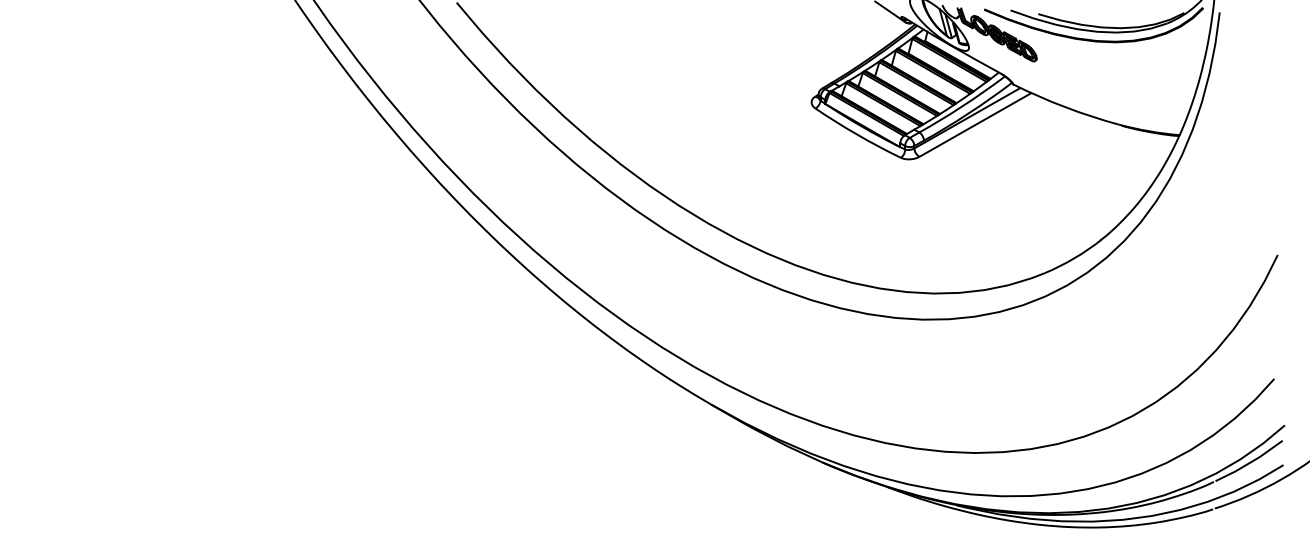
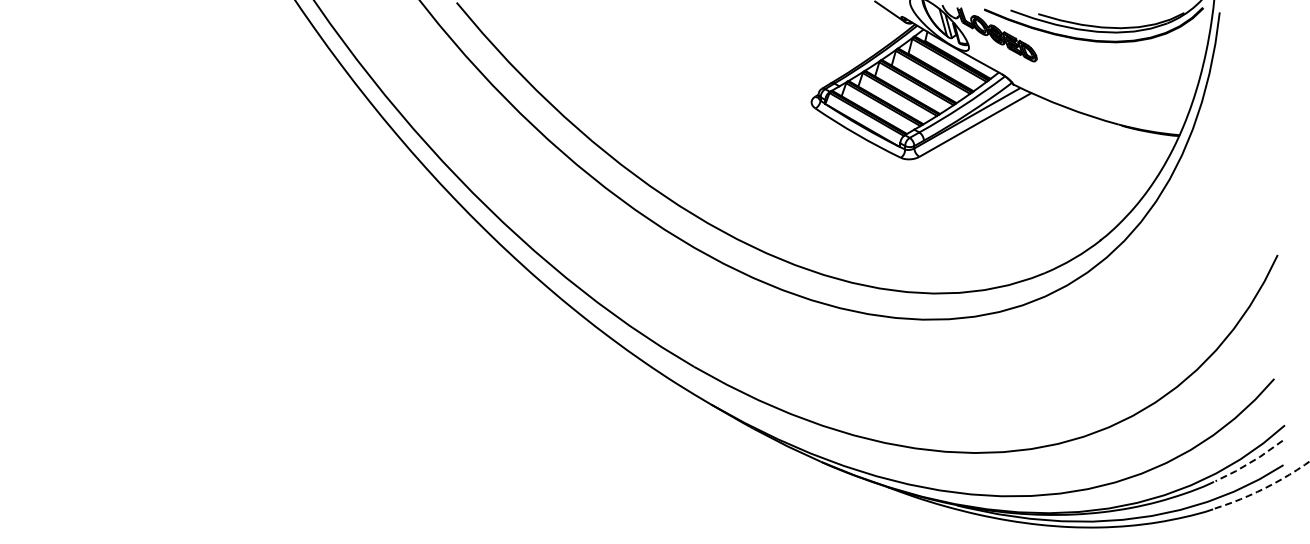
line at (1250, 462): solid -> dashed
arc at (1264, 488): solid -> dashed
